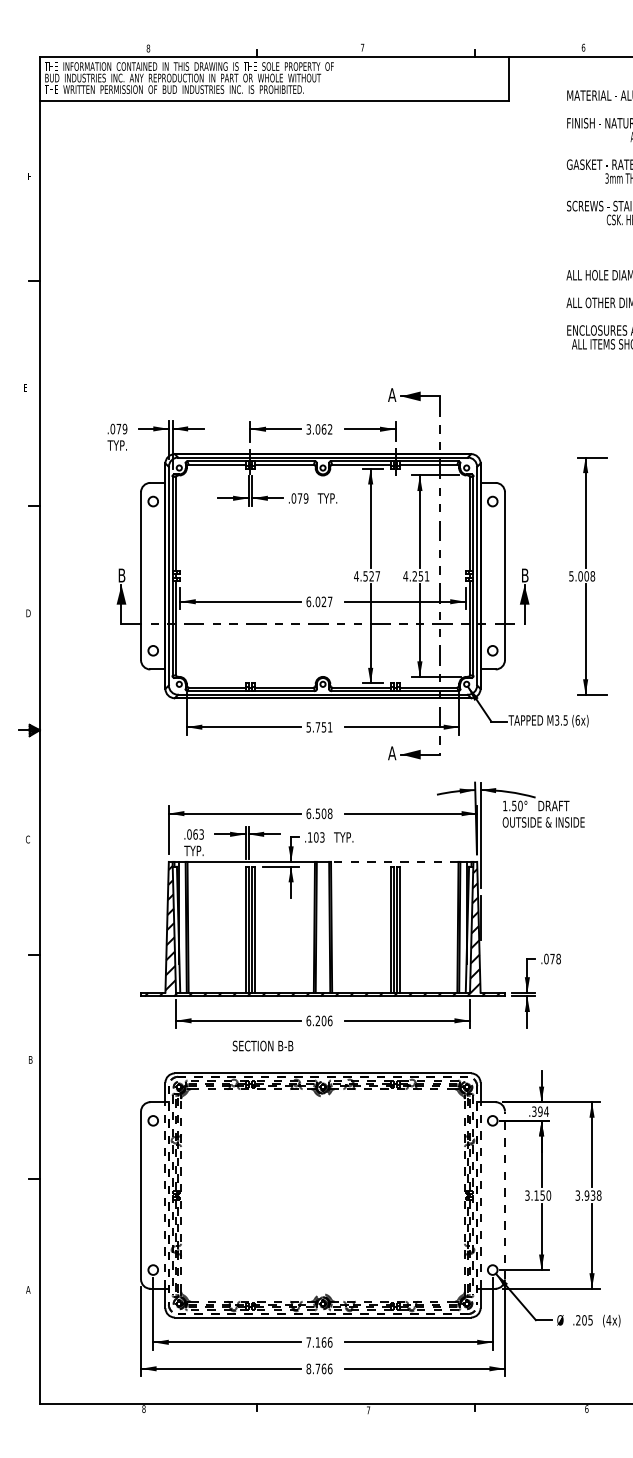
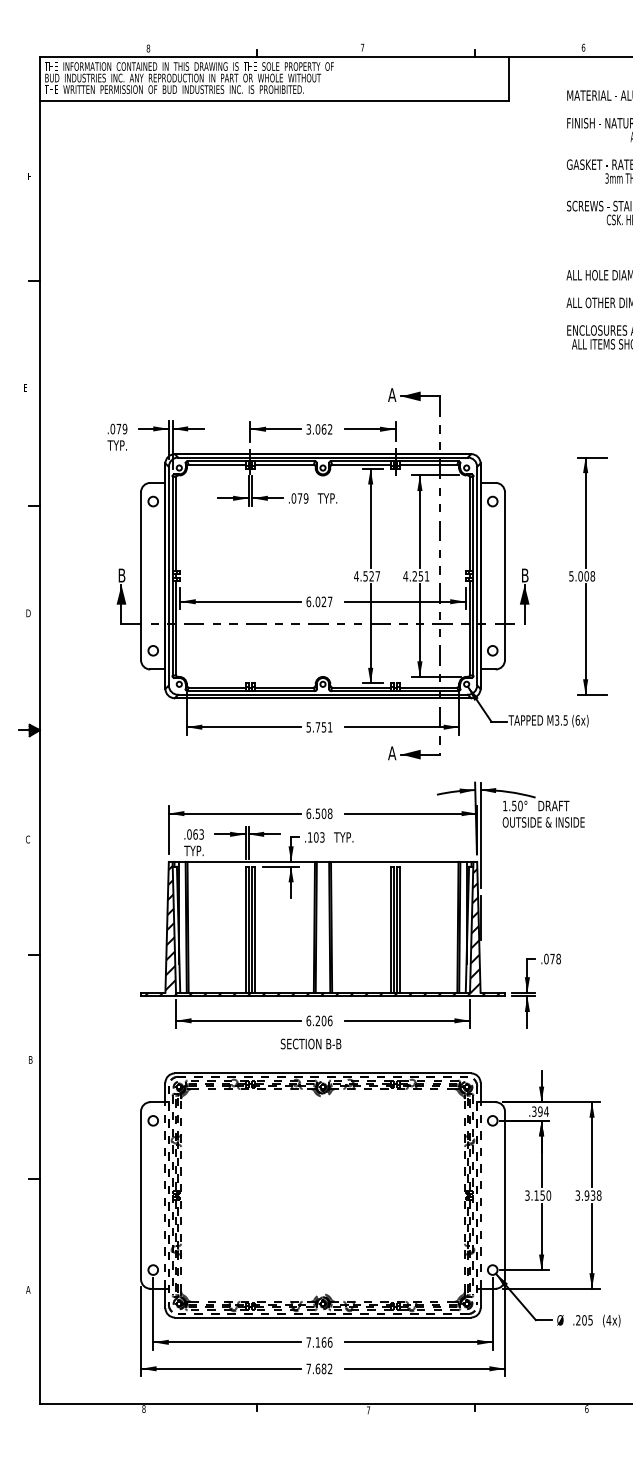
line at (394, 861): dashed -> solid
text at (262, 1045) position: (262, 1045) -> (310, 1043)
line at (504, 1195): dashed -> solid
text at (319, 1368): 8.766 -> 7.682
